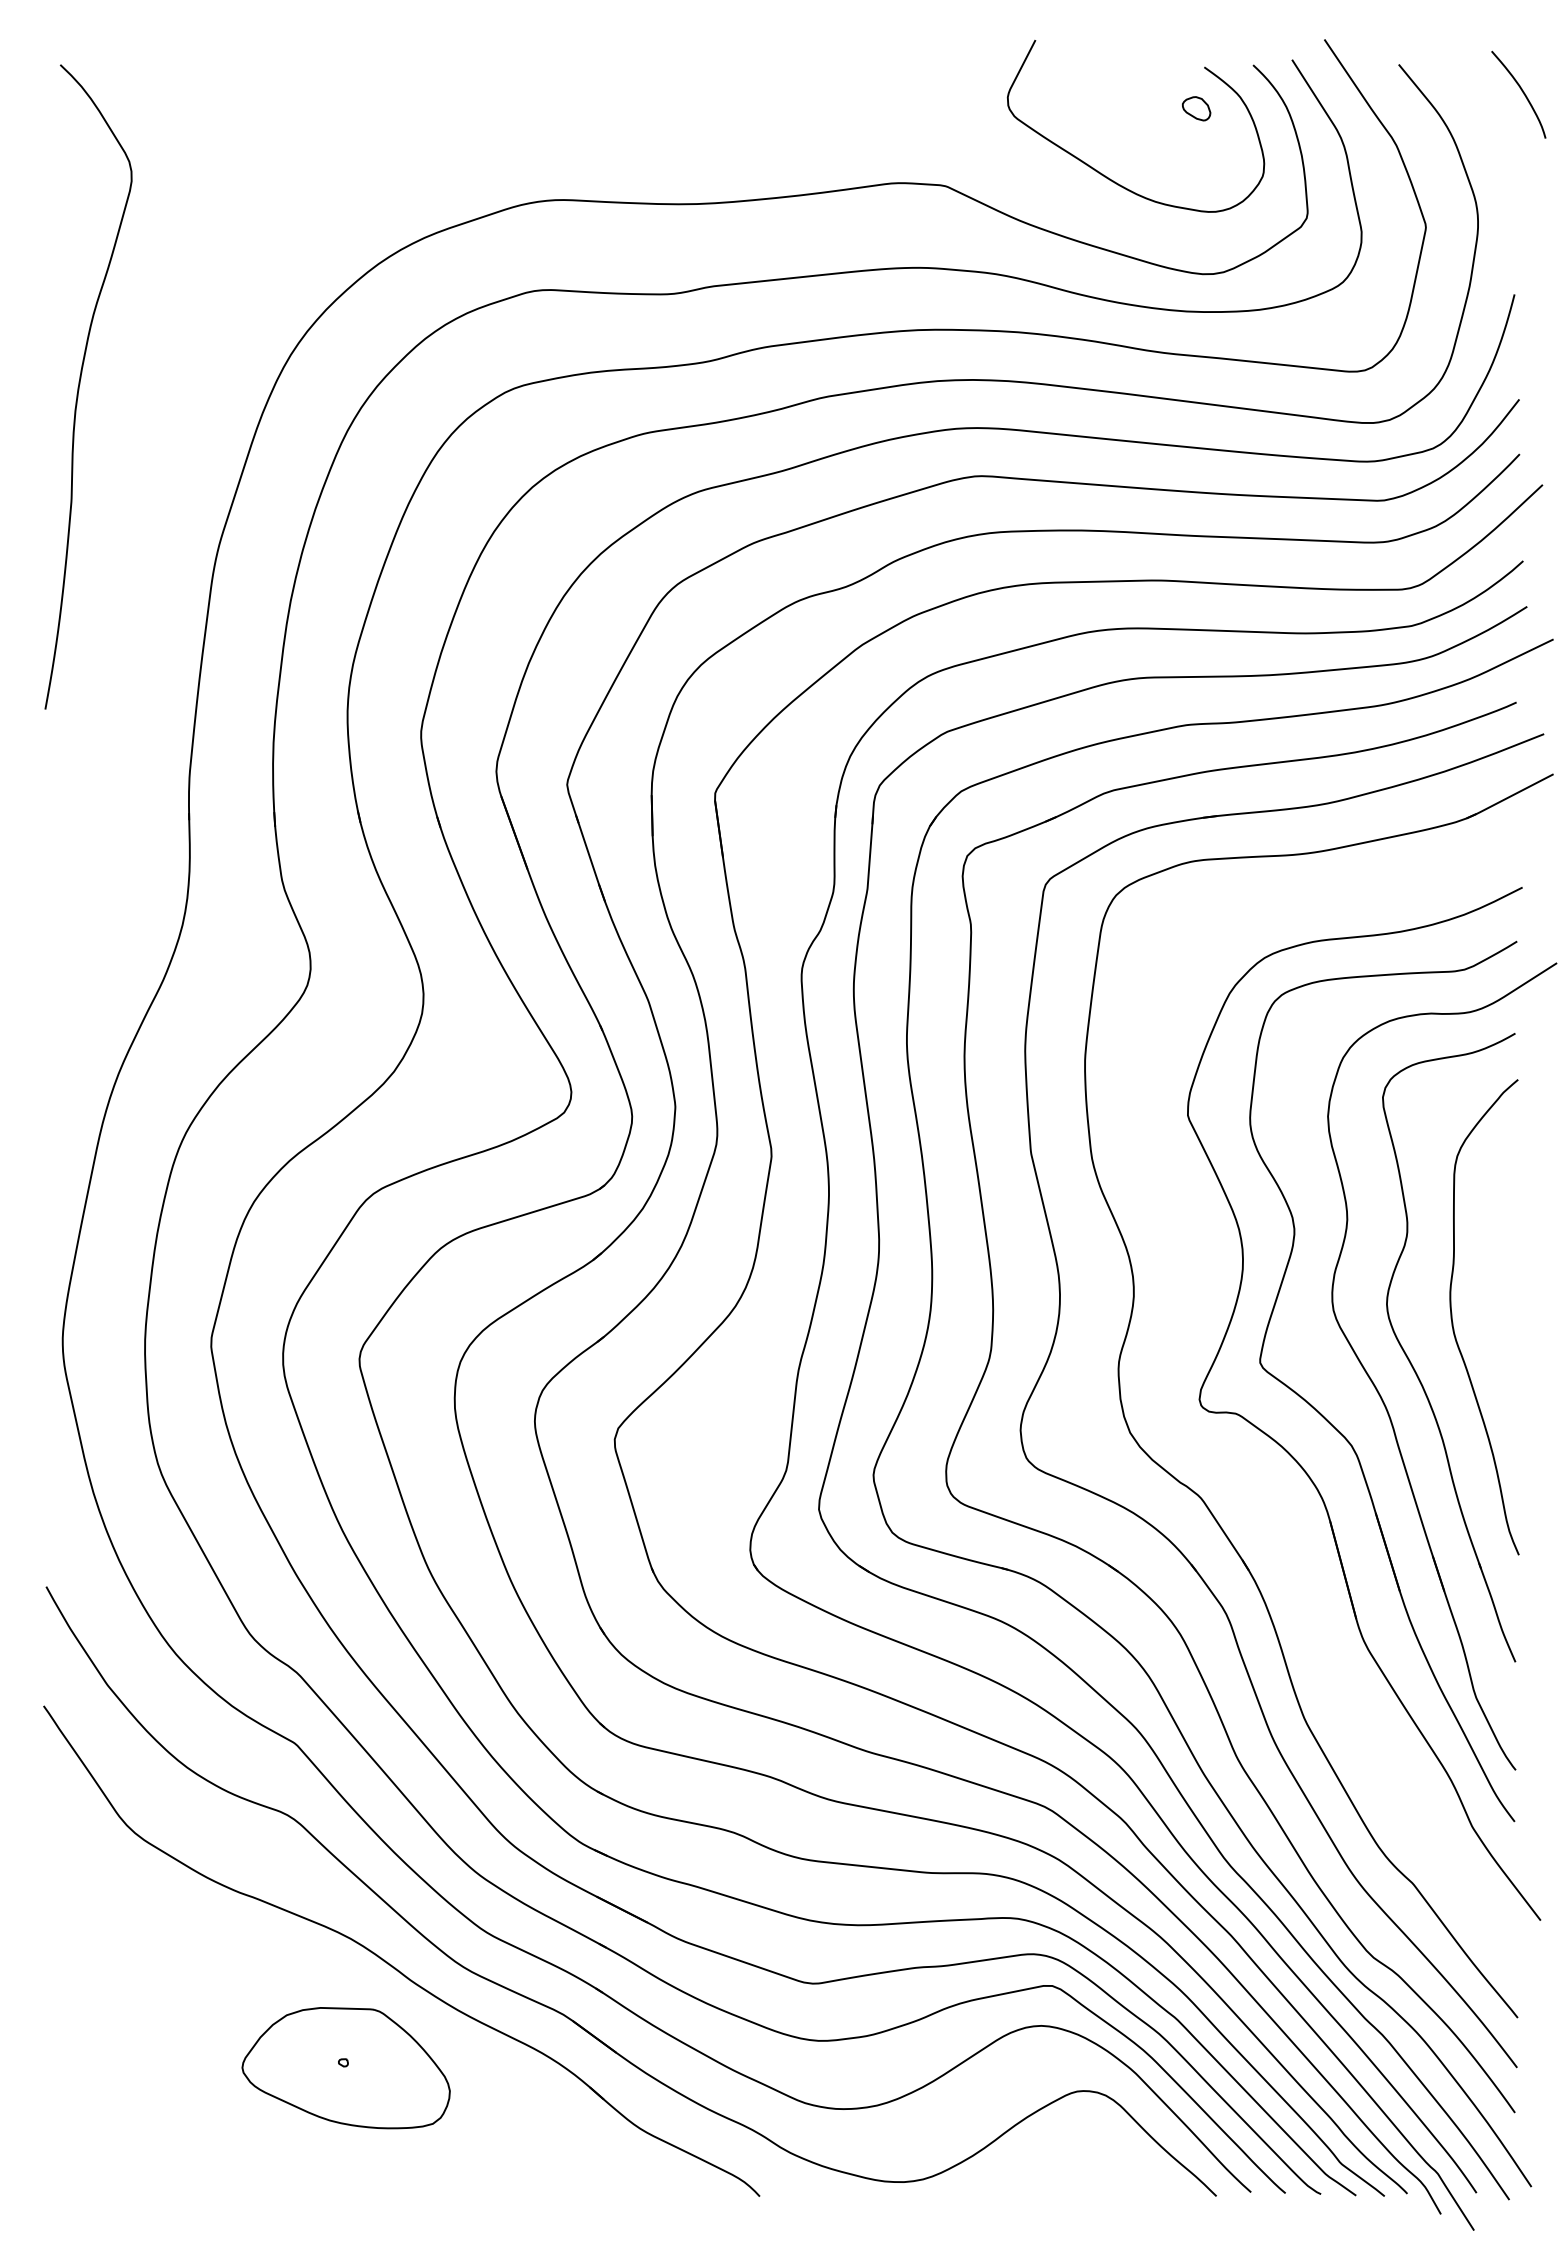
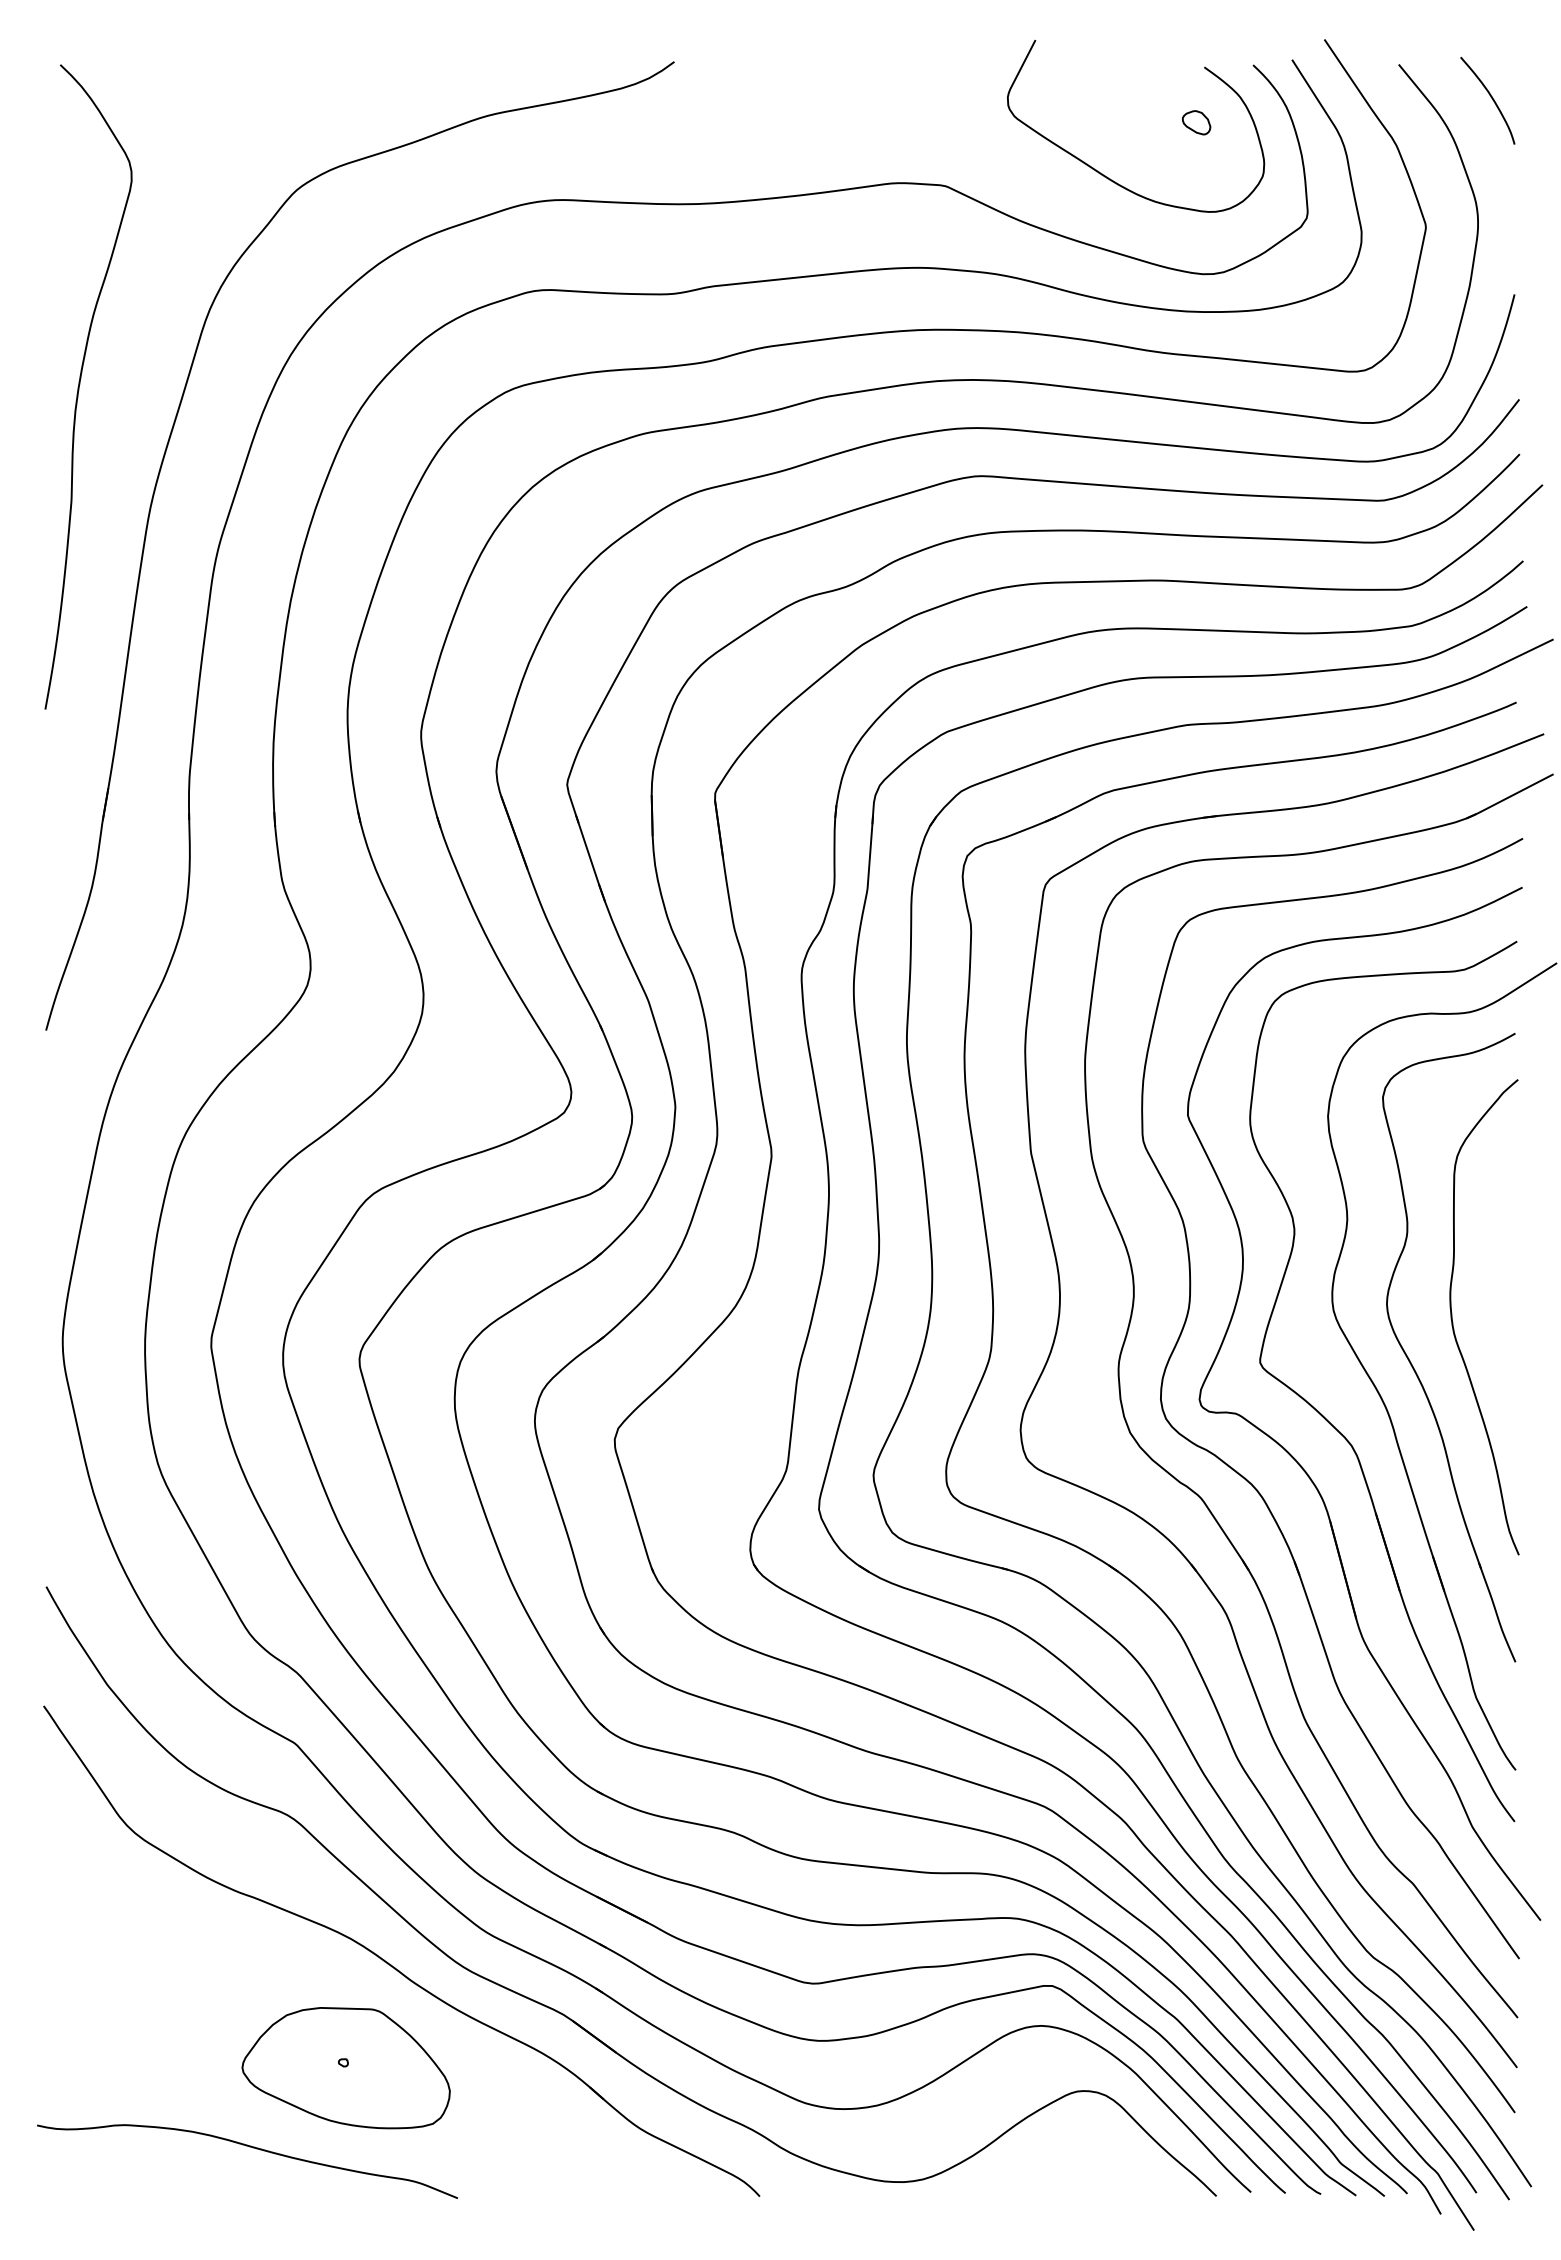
curve at (1521, 91) position: (1521, 91) -> (1490, 97)
part at (1196, 108) position: (1196, 108) -> (1196, 122)
part at (153, 500): none -> present
part at (1252, 1483): none -> present
curve at (249, 2147): none -> present
